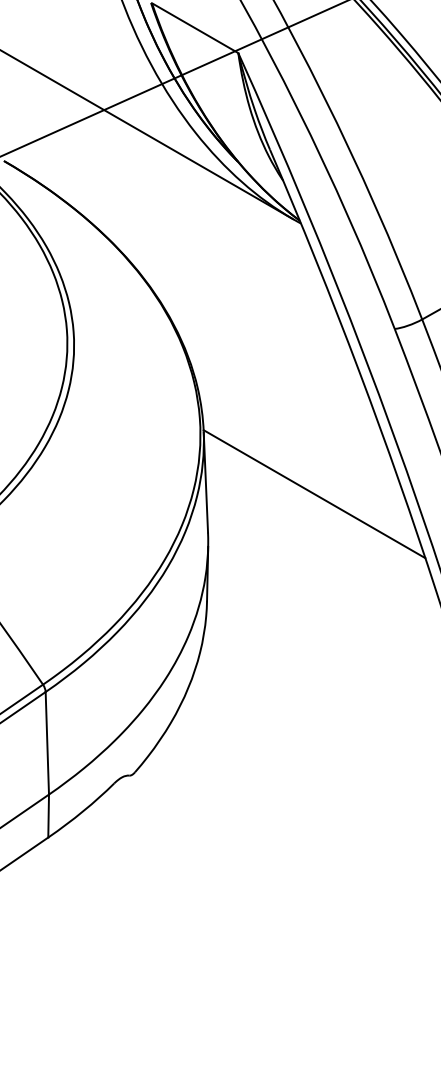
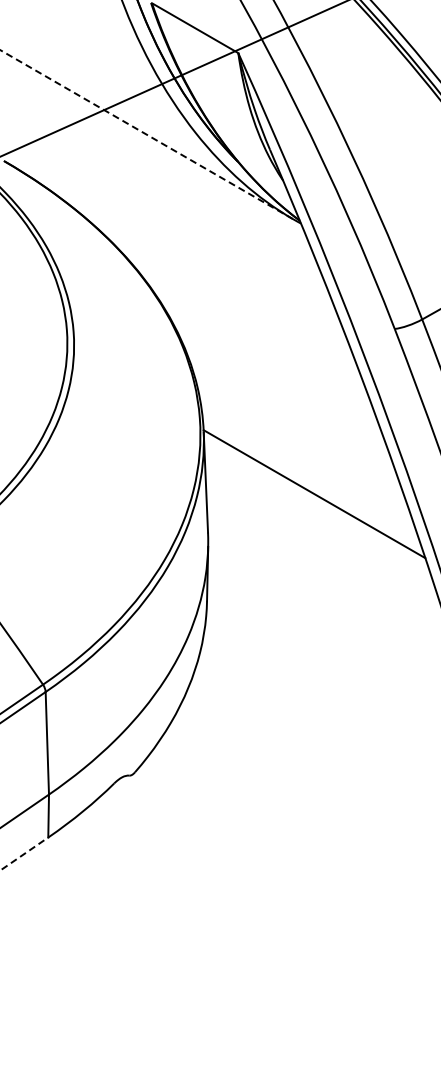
line at (146, 134): solid -> dashed
line at (24, 853): solid -> dashed
